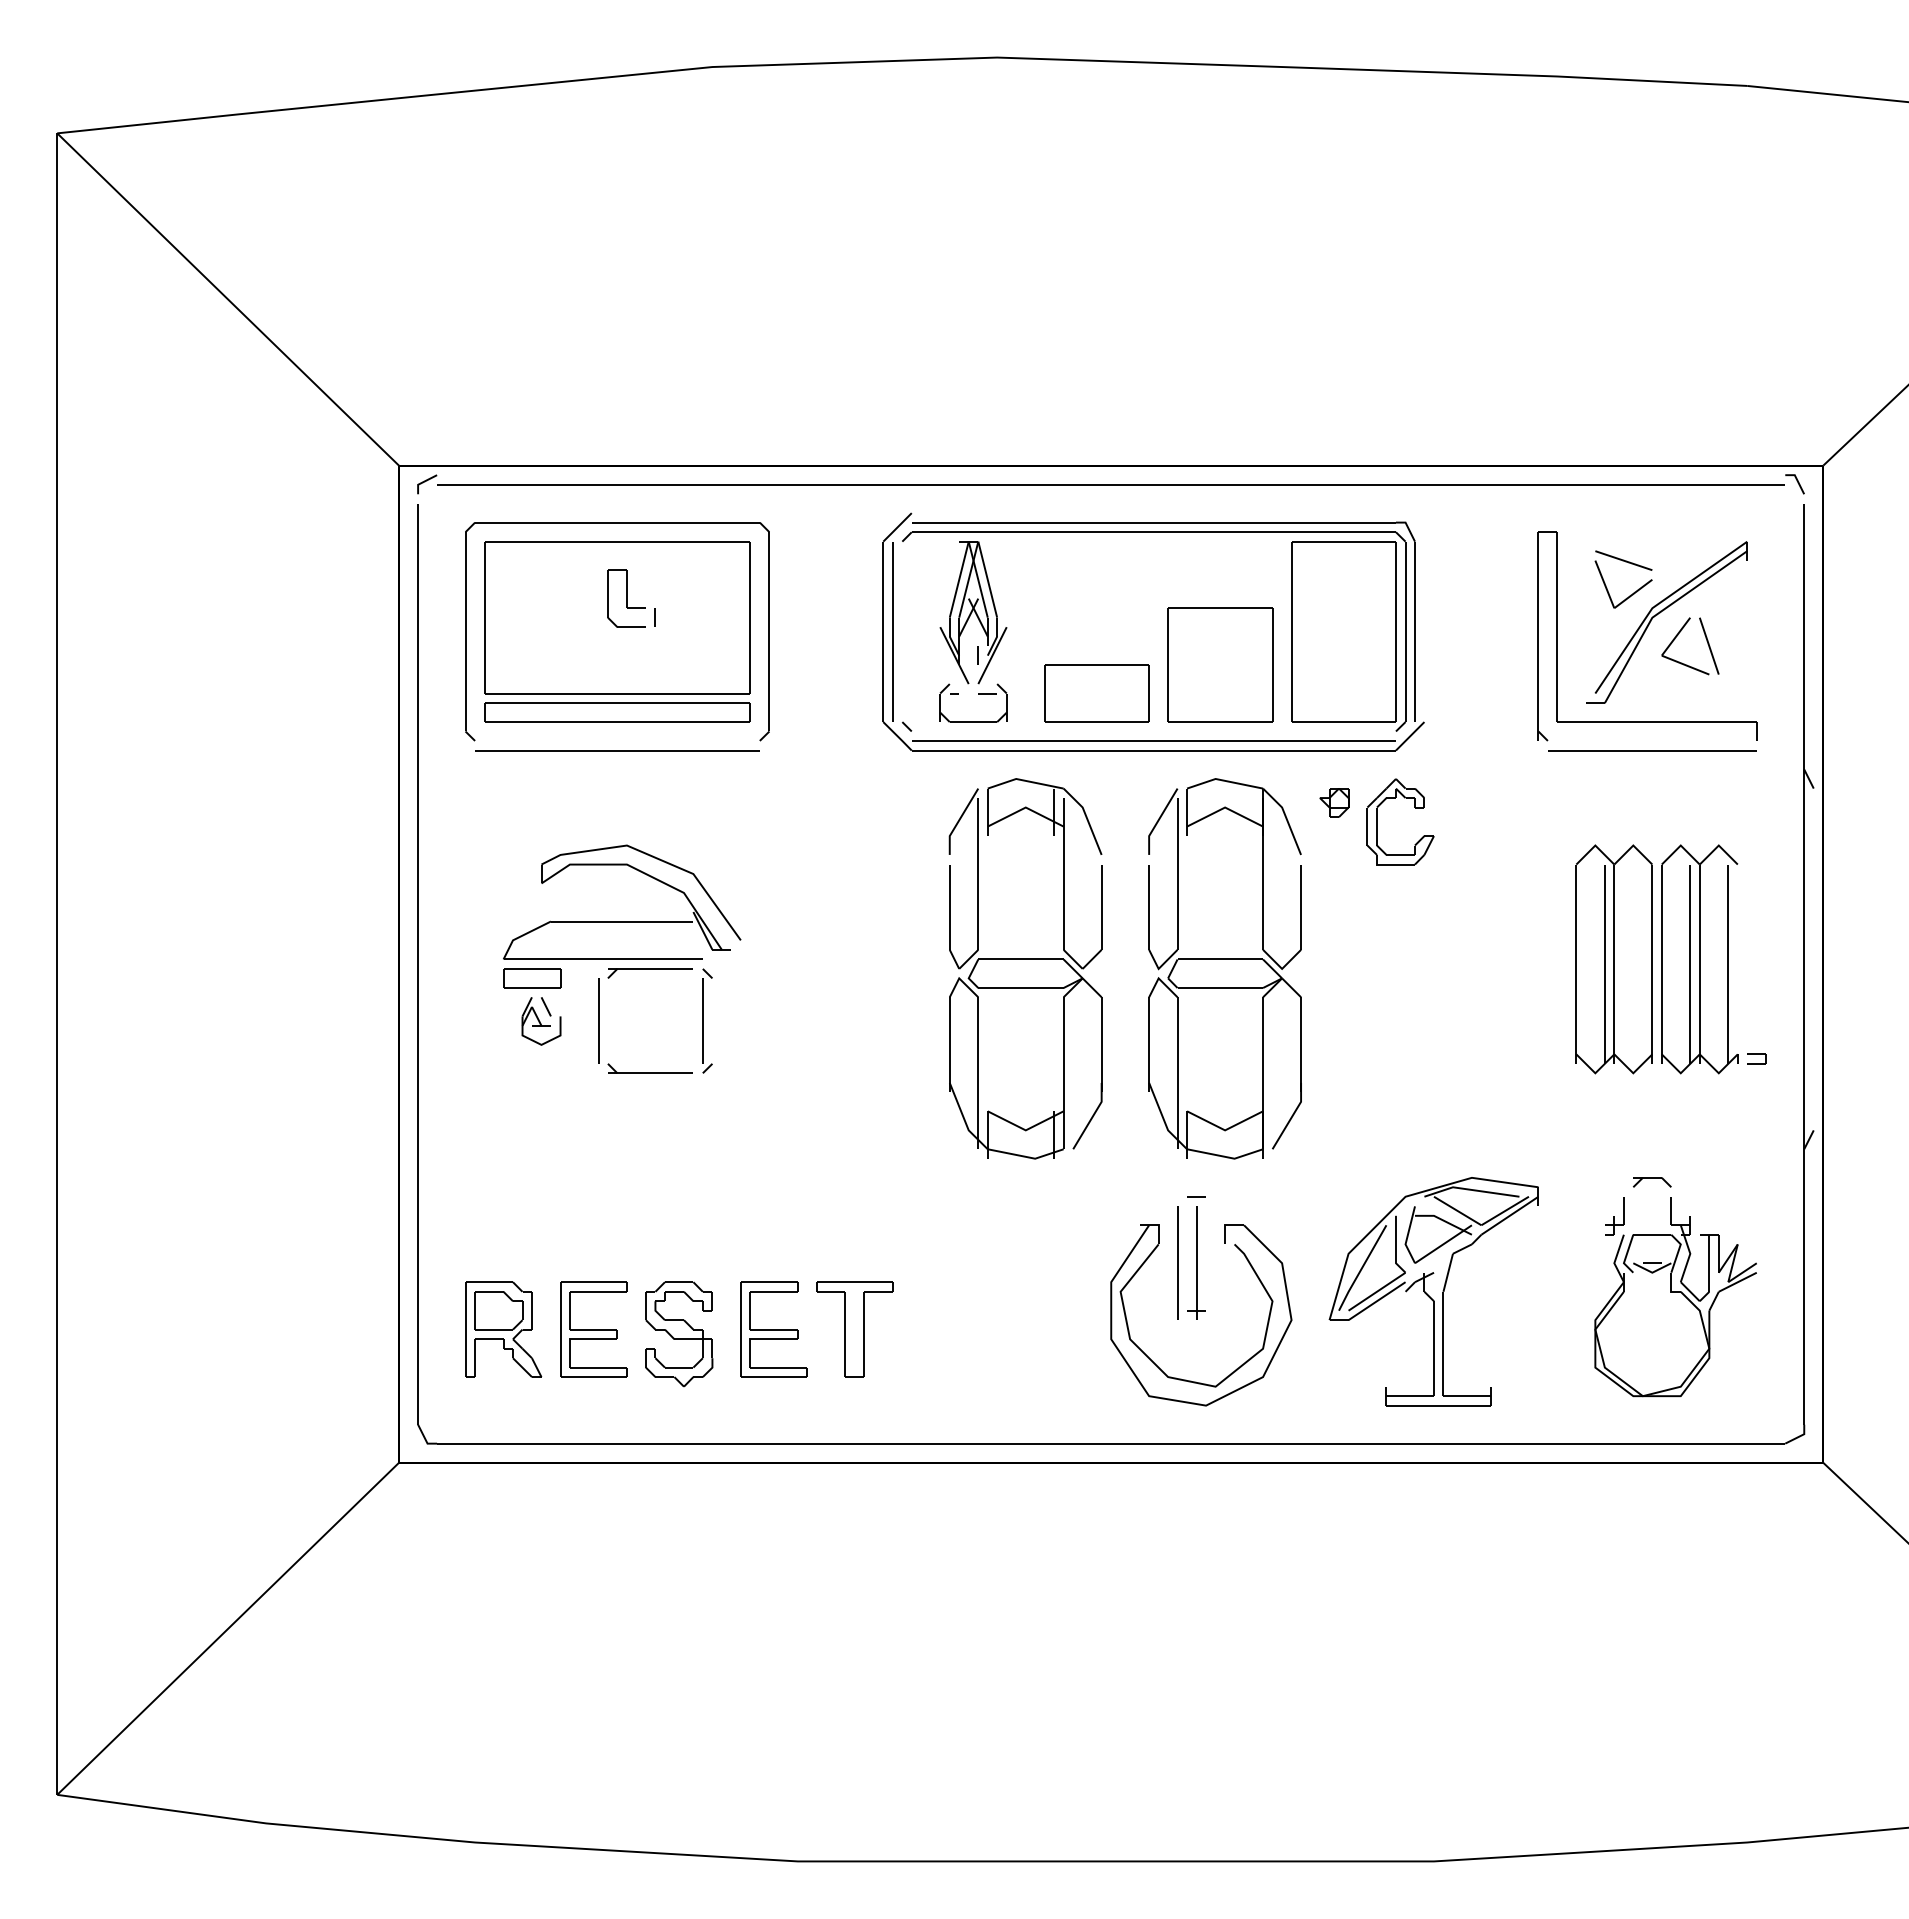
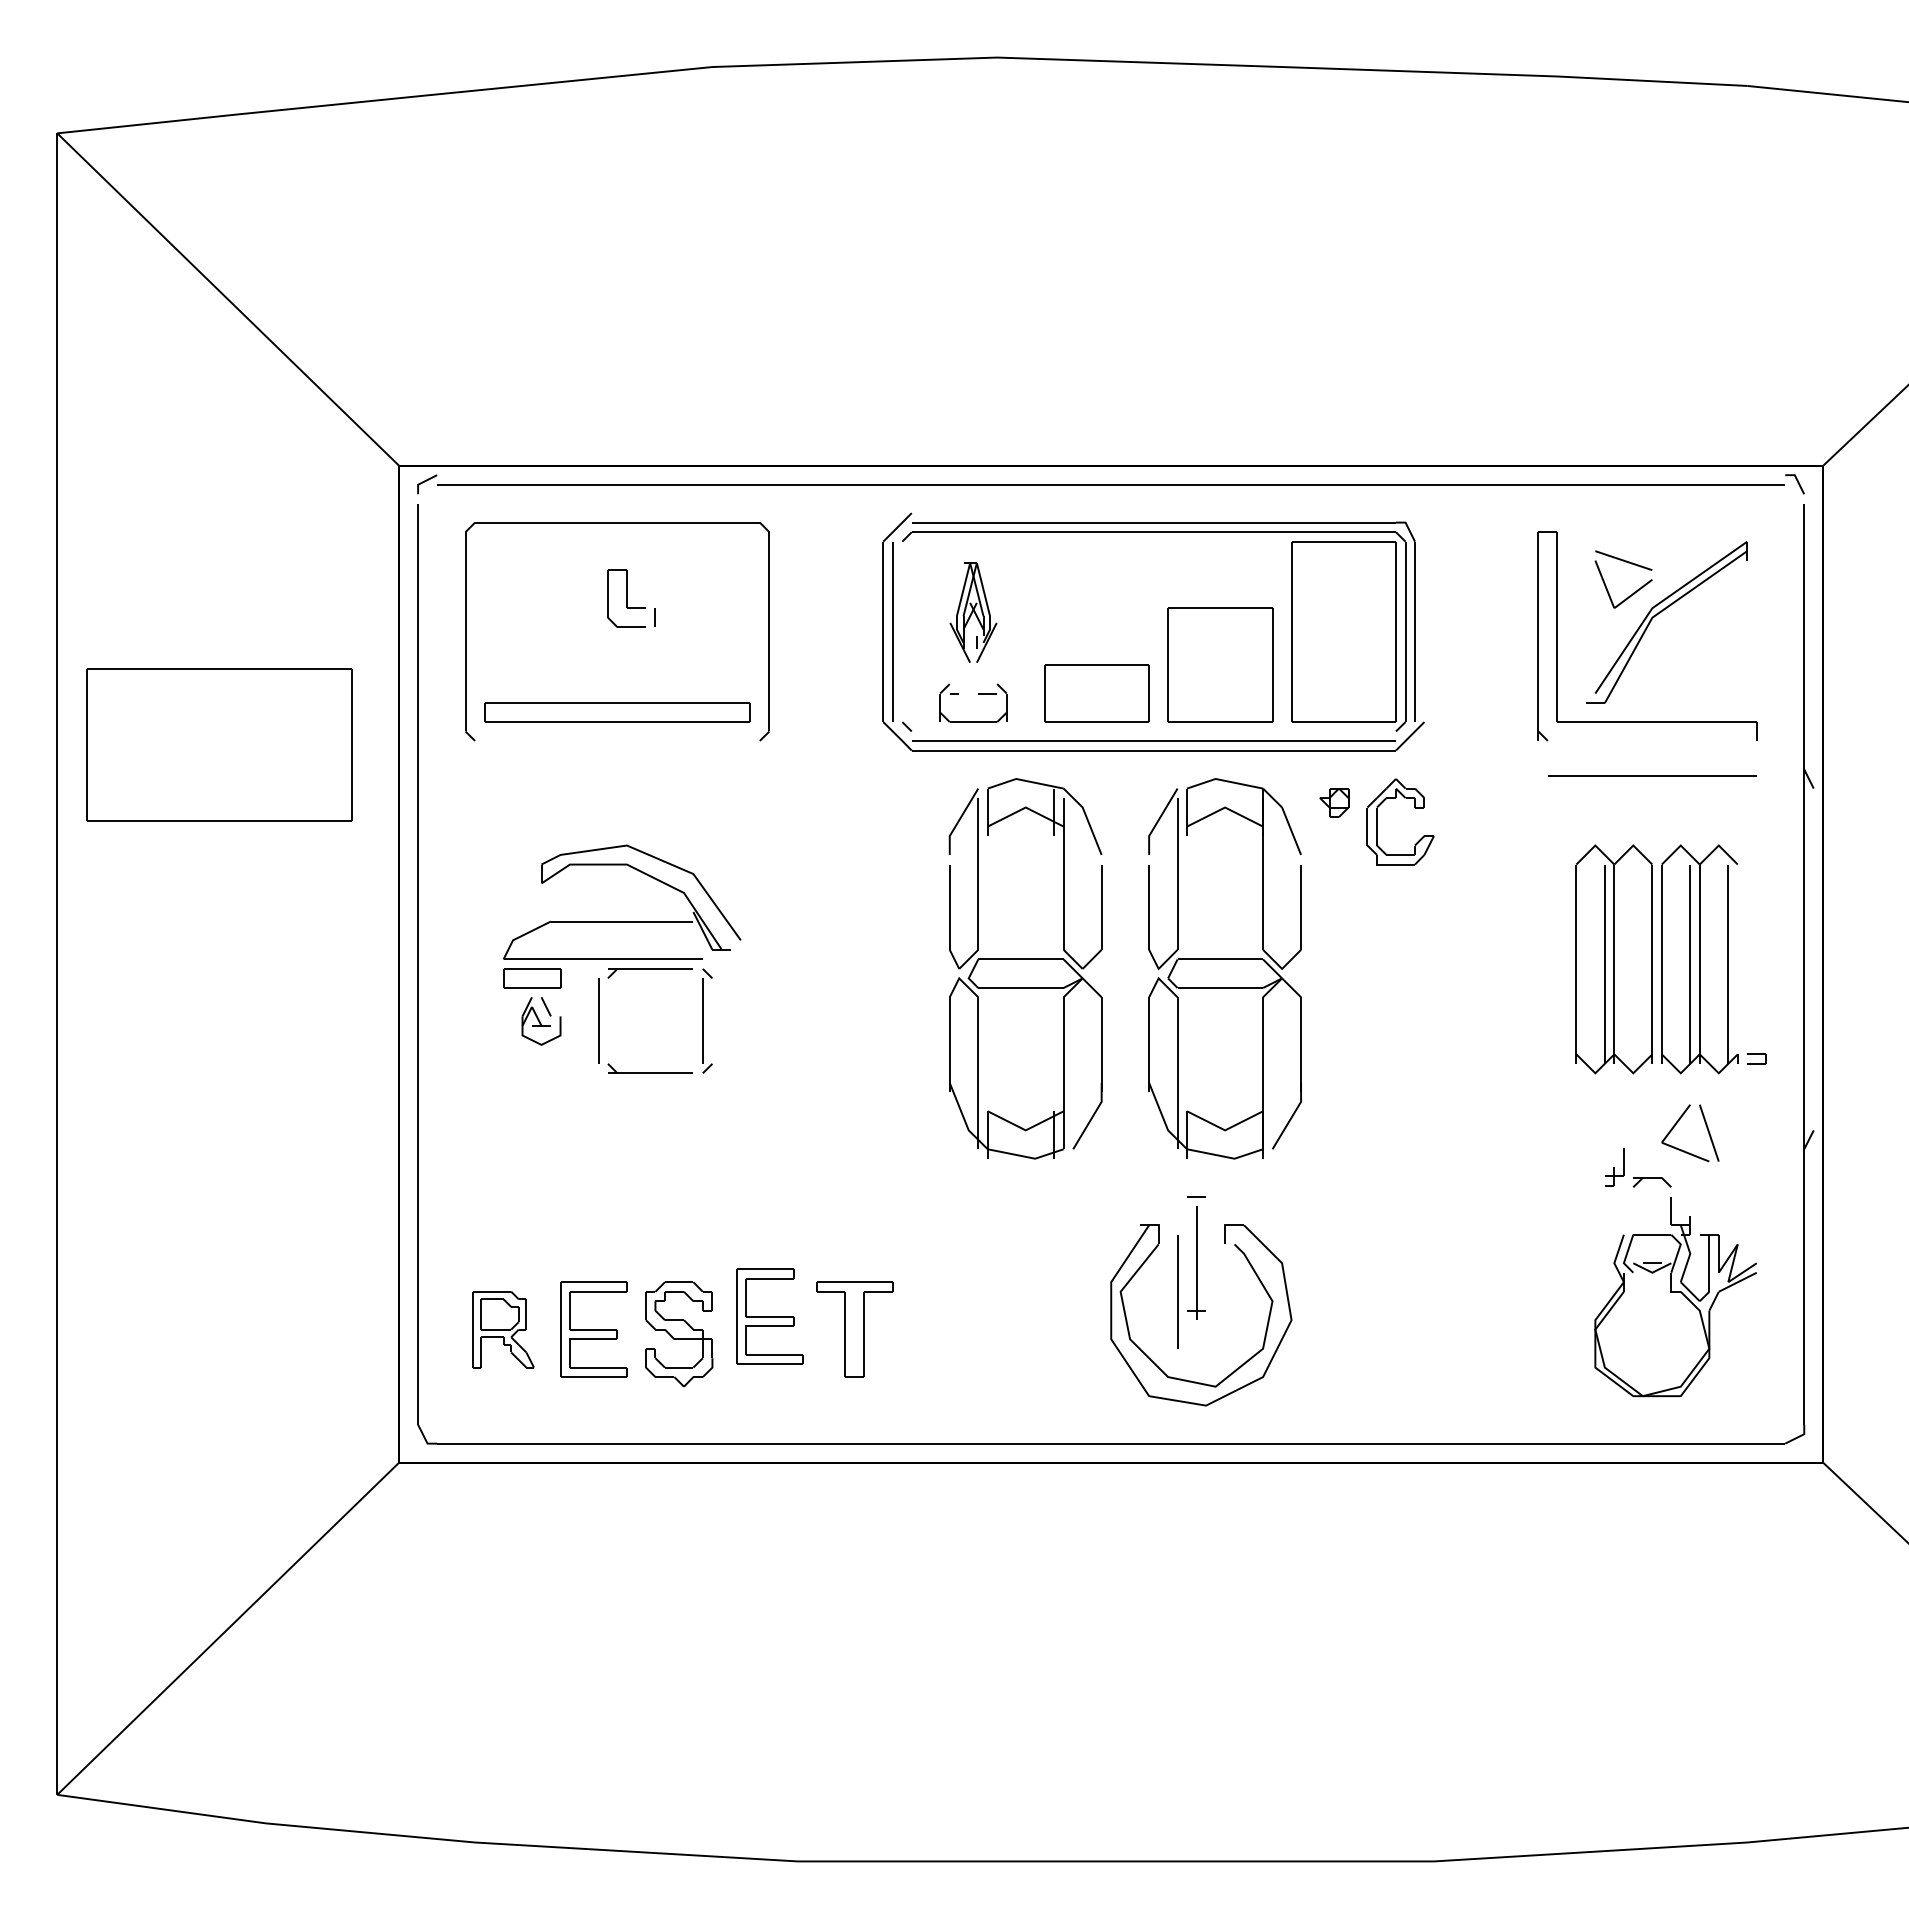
part at (973, 612) size: 69x144 px -> 49x101 px
part at (617, 617) position: (617, 617) -> (219, 744)
part at (1678, 635) position: (1678, 635) -> (1678, 1122)
line at (617, 750): present -> none
line at (1652, 750) position: (1652, 750) -> (1652, 775)
part at (1614, 1216) position: (1614, 1216) -> (1614, 1167)
line at (1177, 1262) position: (1177, 1262) -> (1177, 1291)
part at (1433, 1291): present -> none
part at (503, 1329) size: 78x97 px -> 63x78 px
part at (773, 1329) position: (773, 1329) -> (769, 1316)
